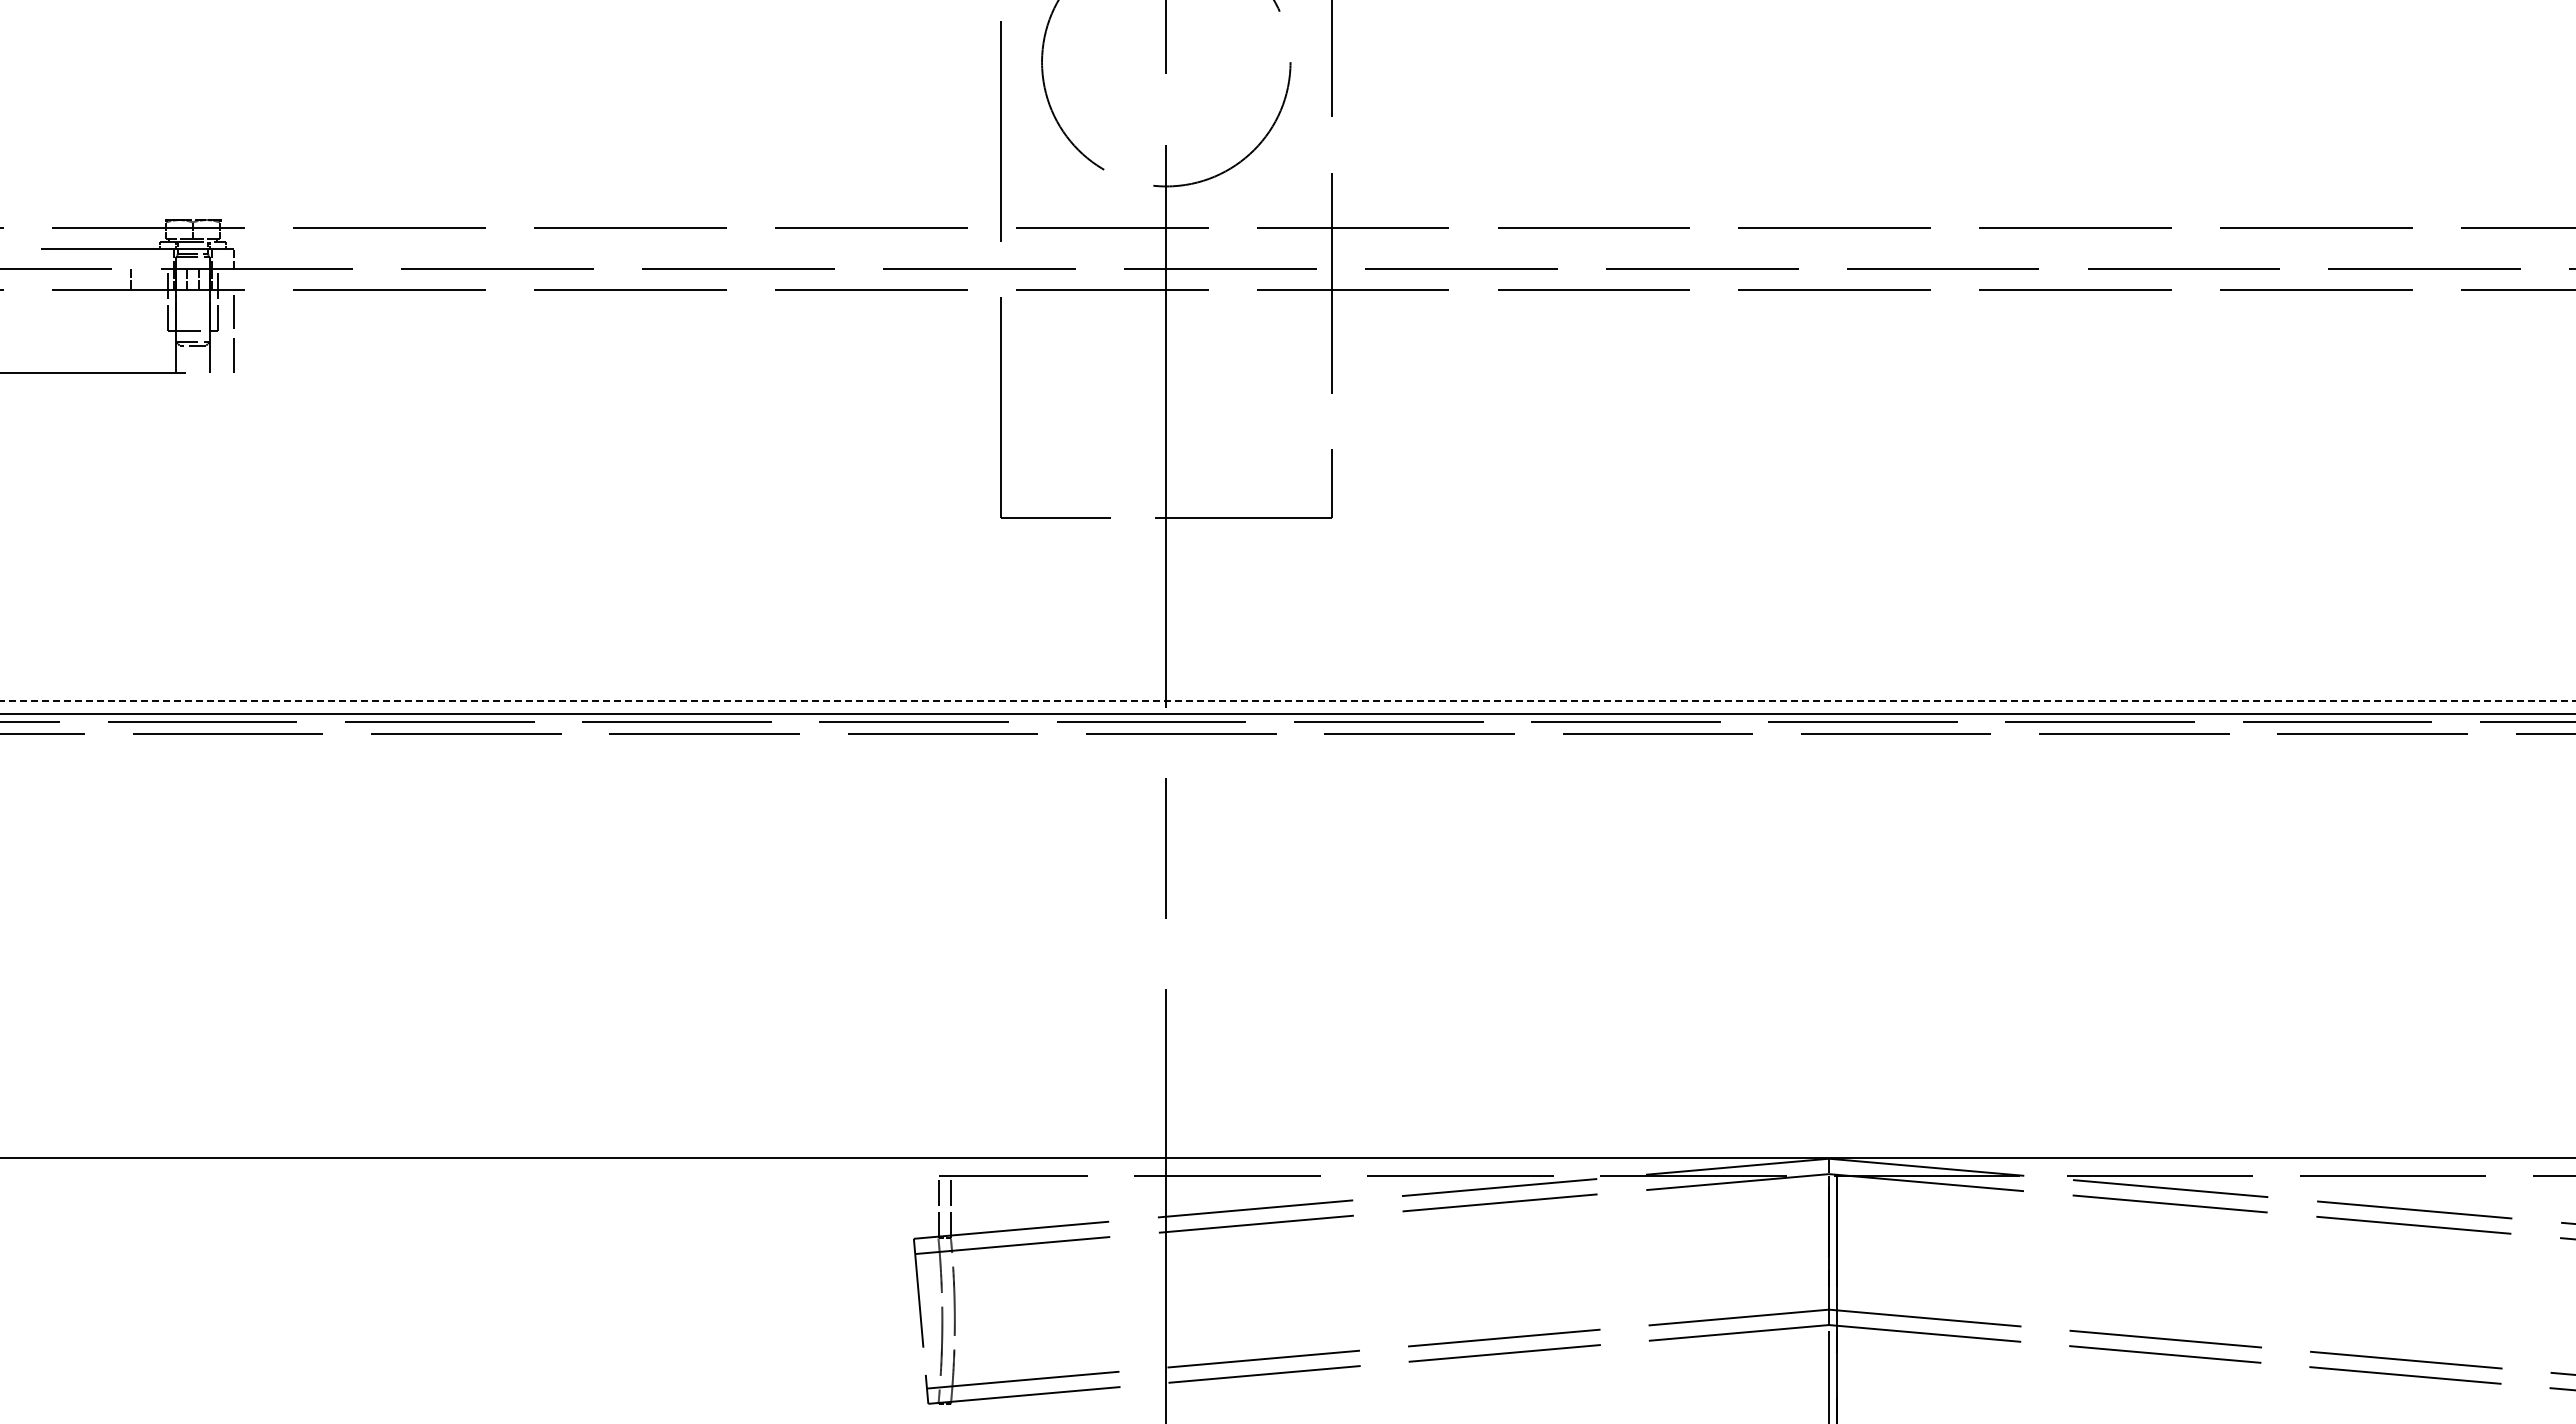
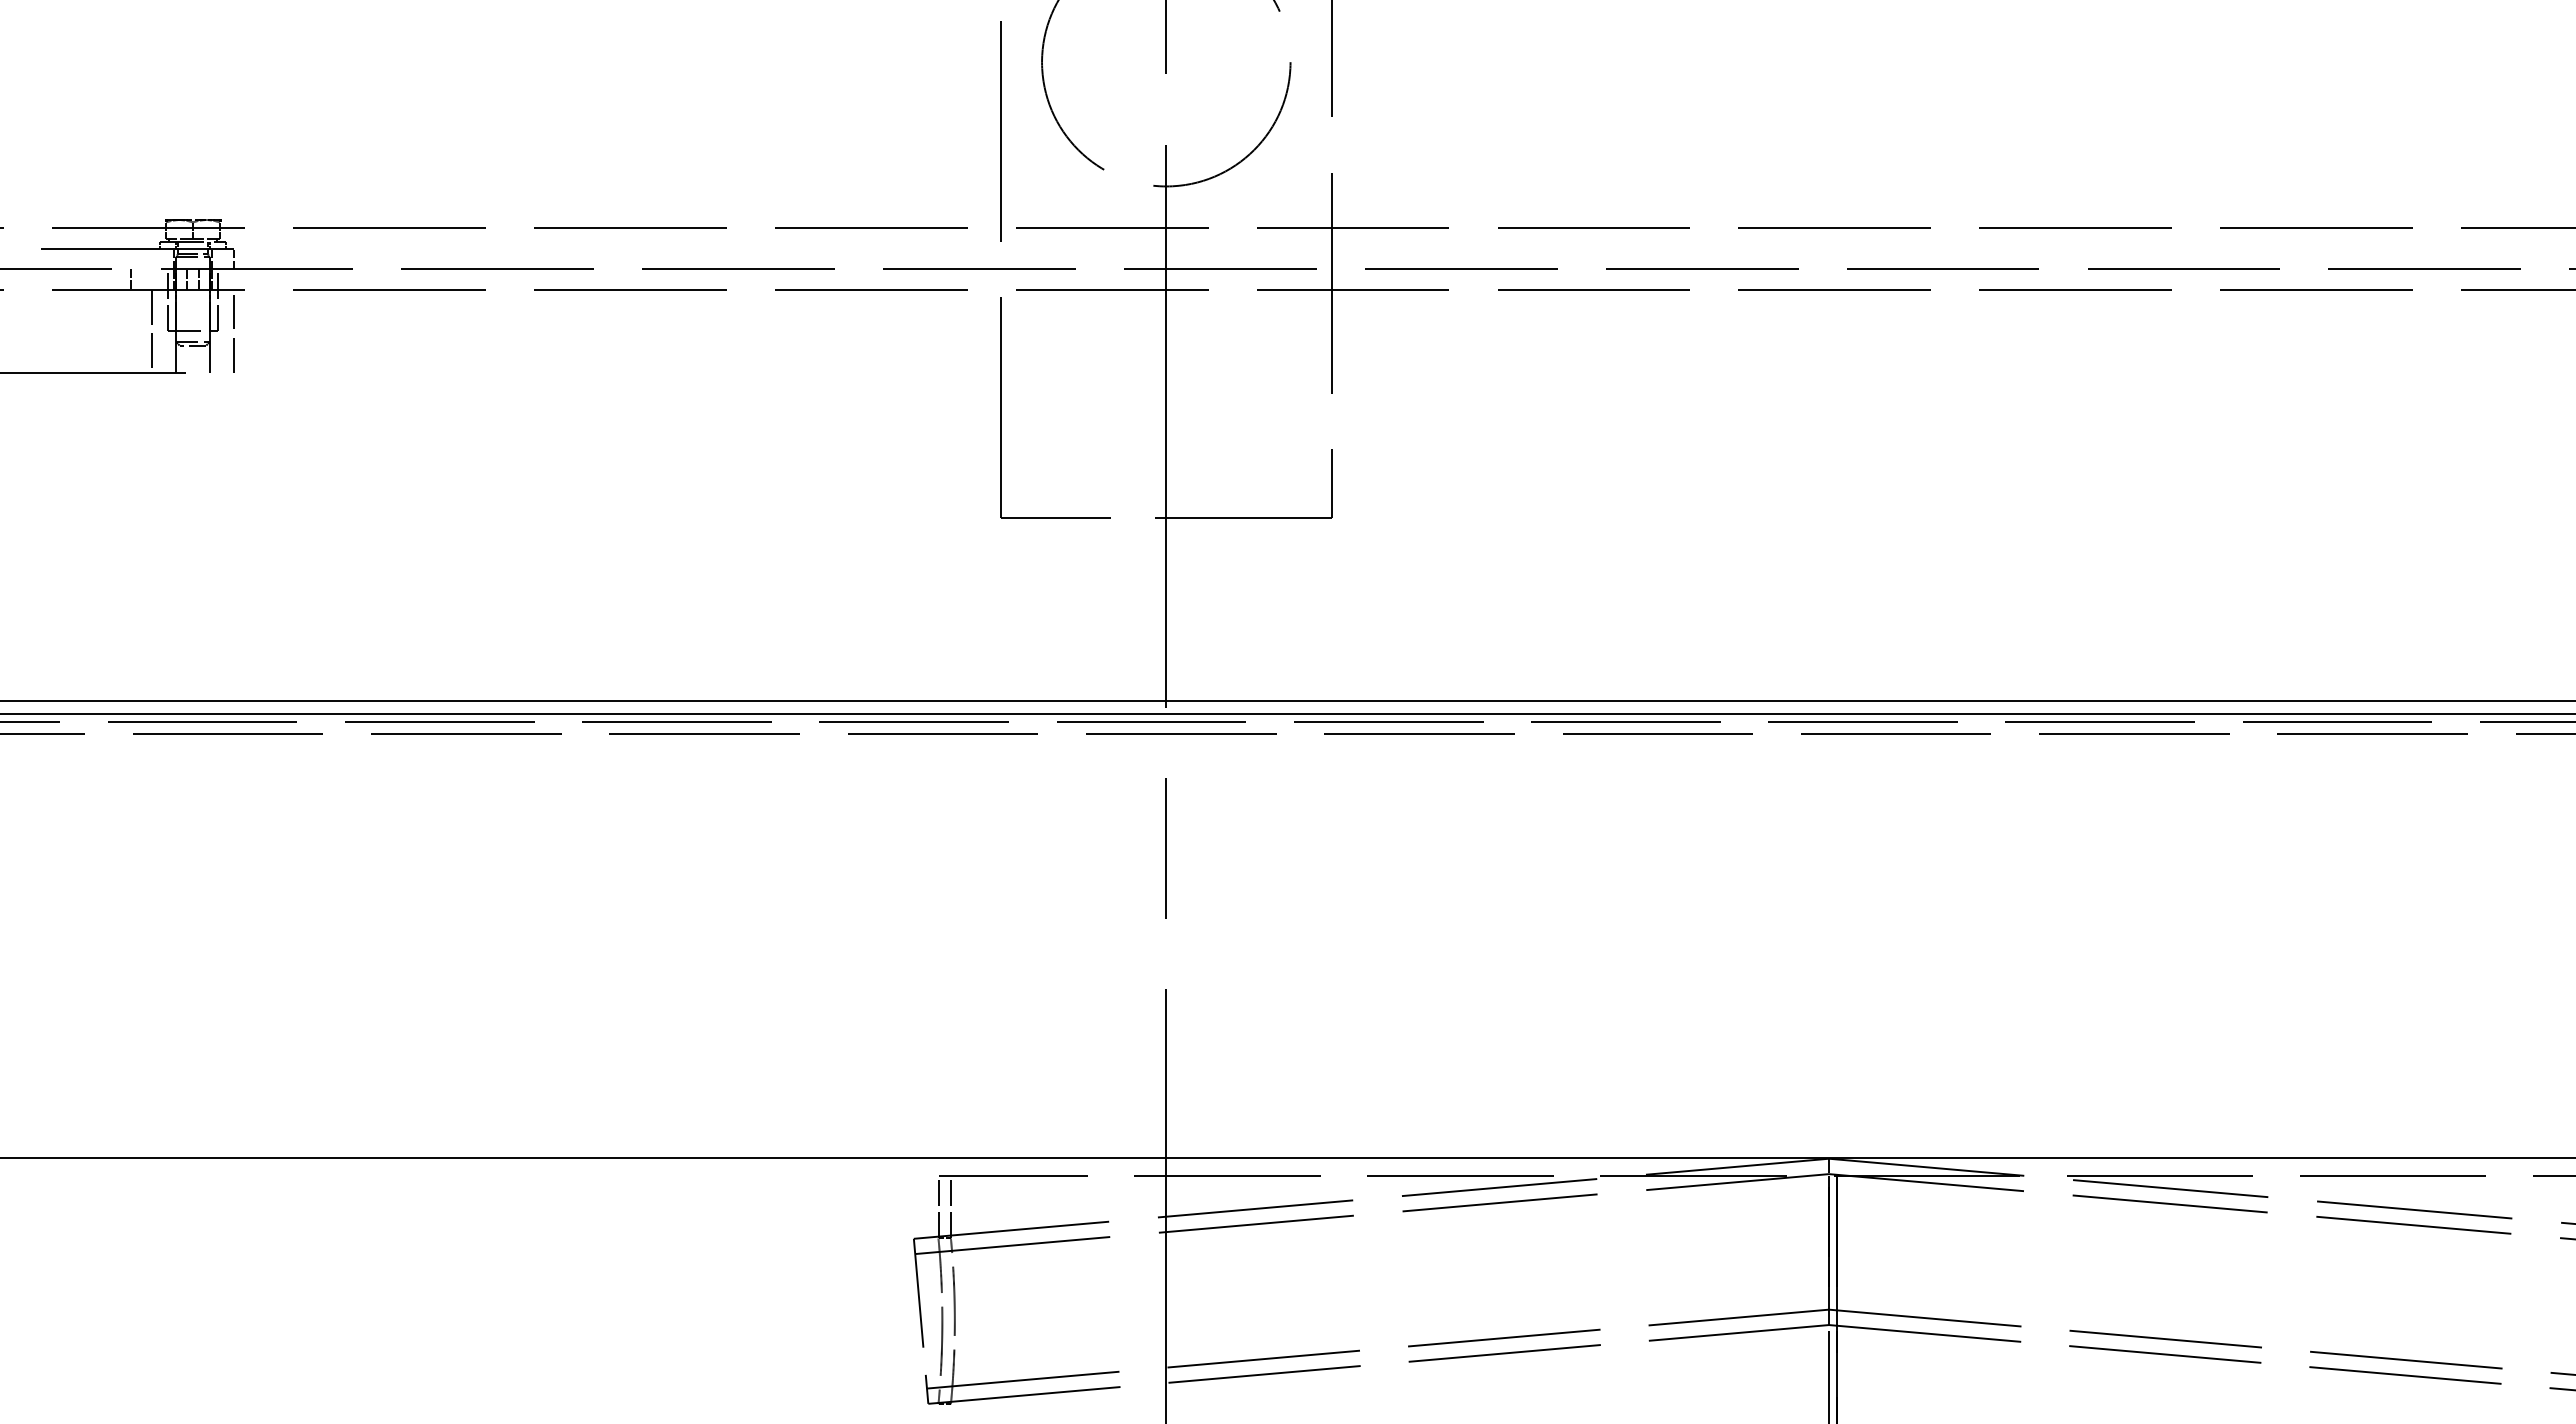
line at (151, 331): none -> present
line at (1288, 701): dashed -> solid
